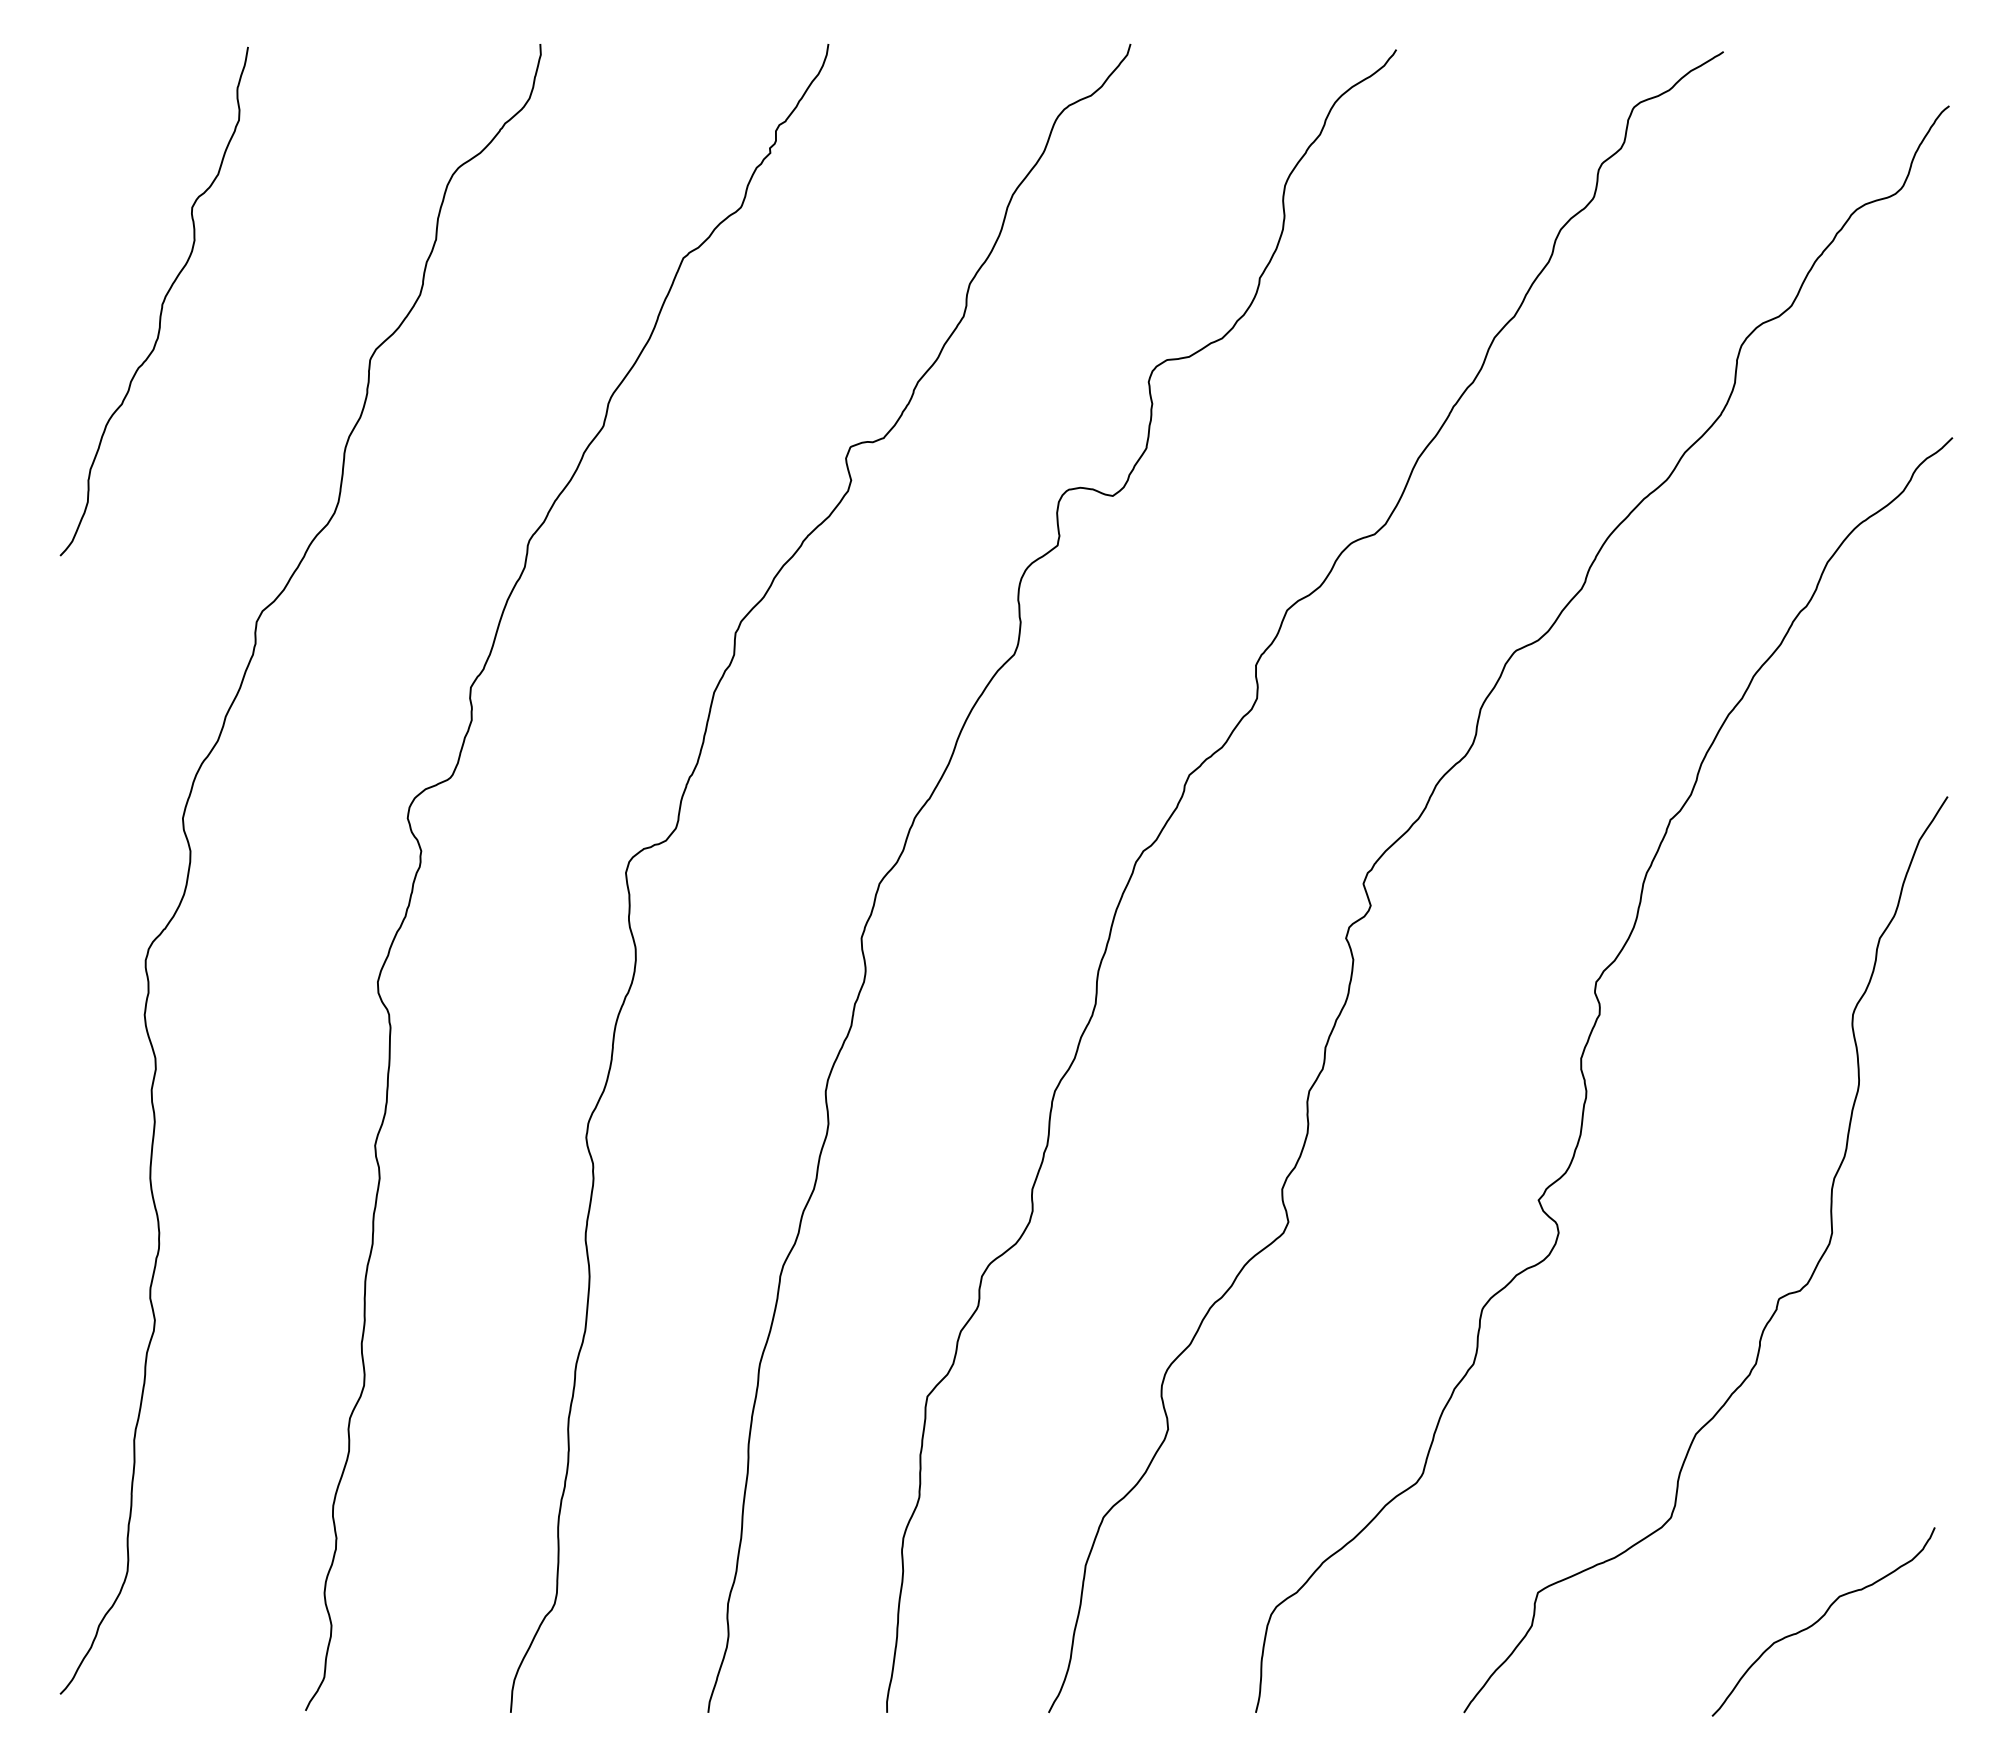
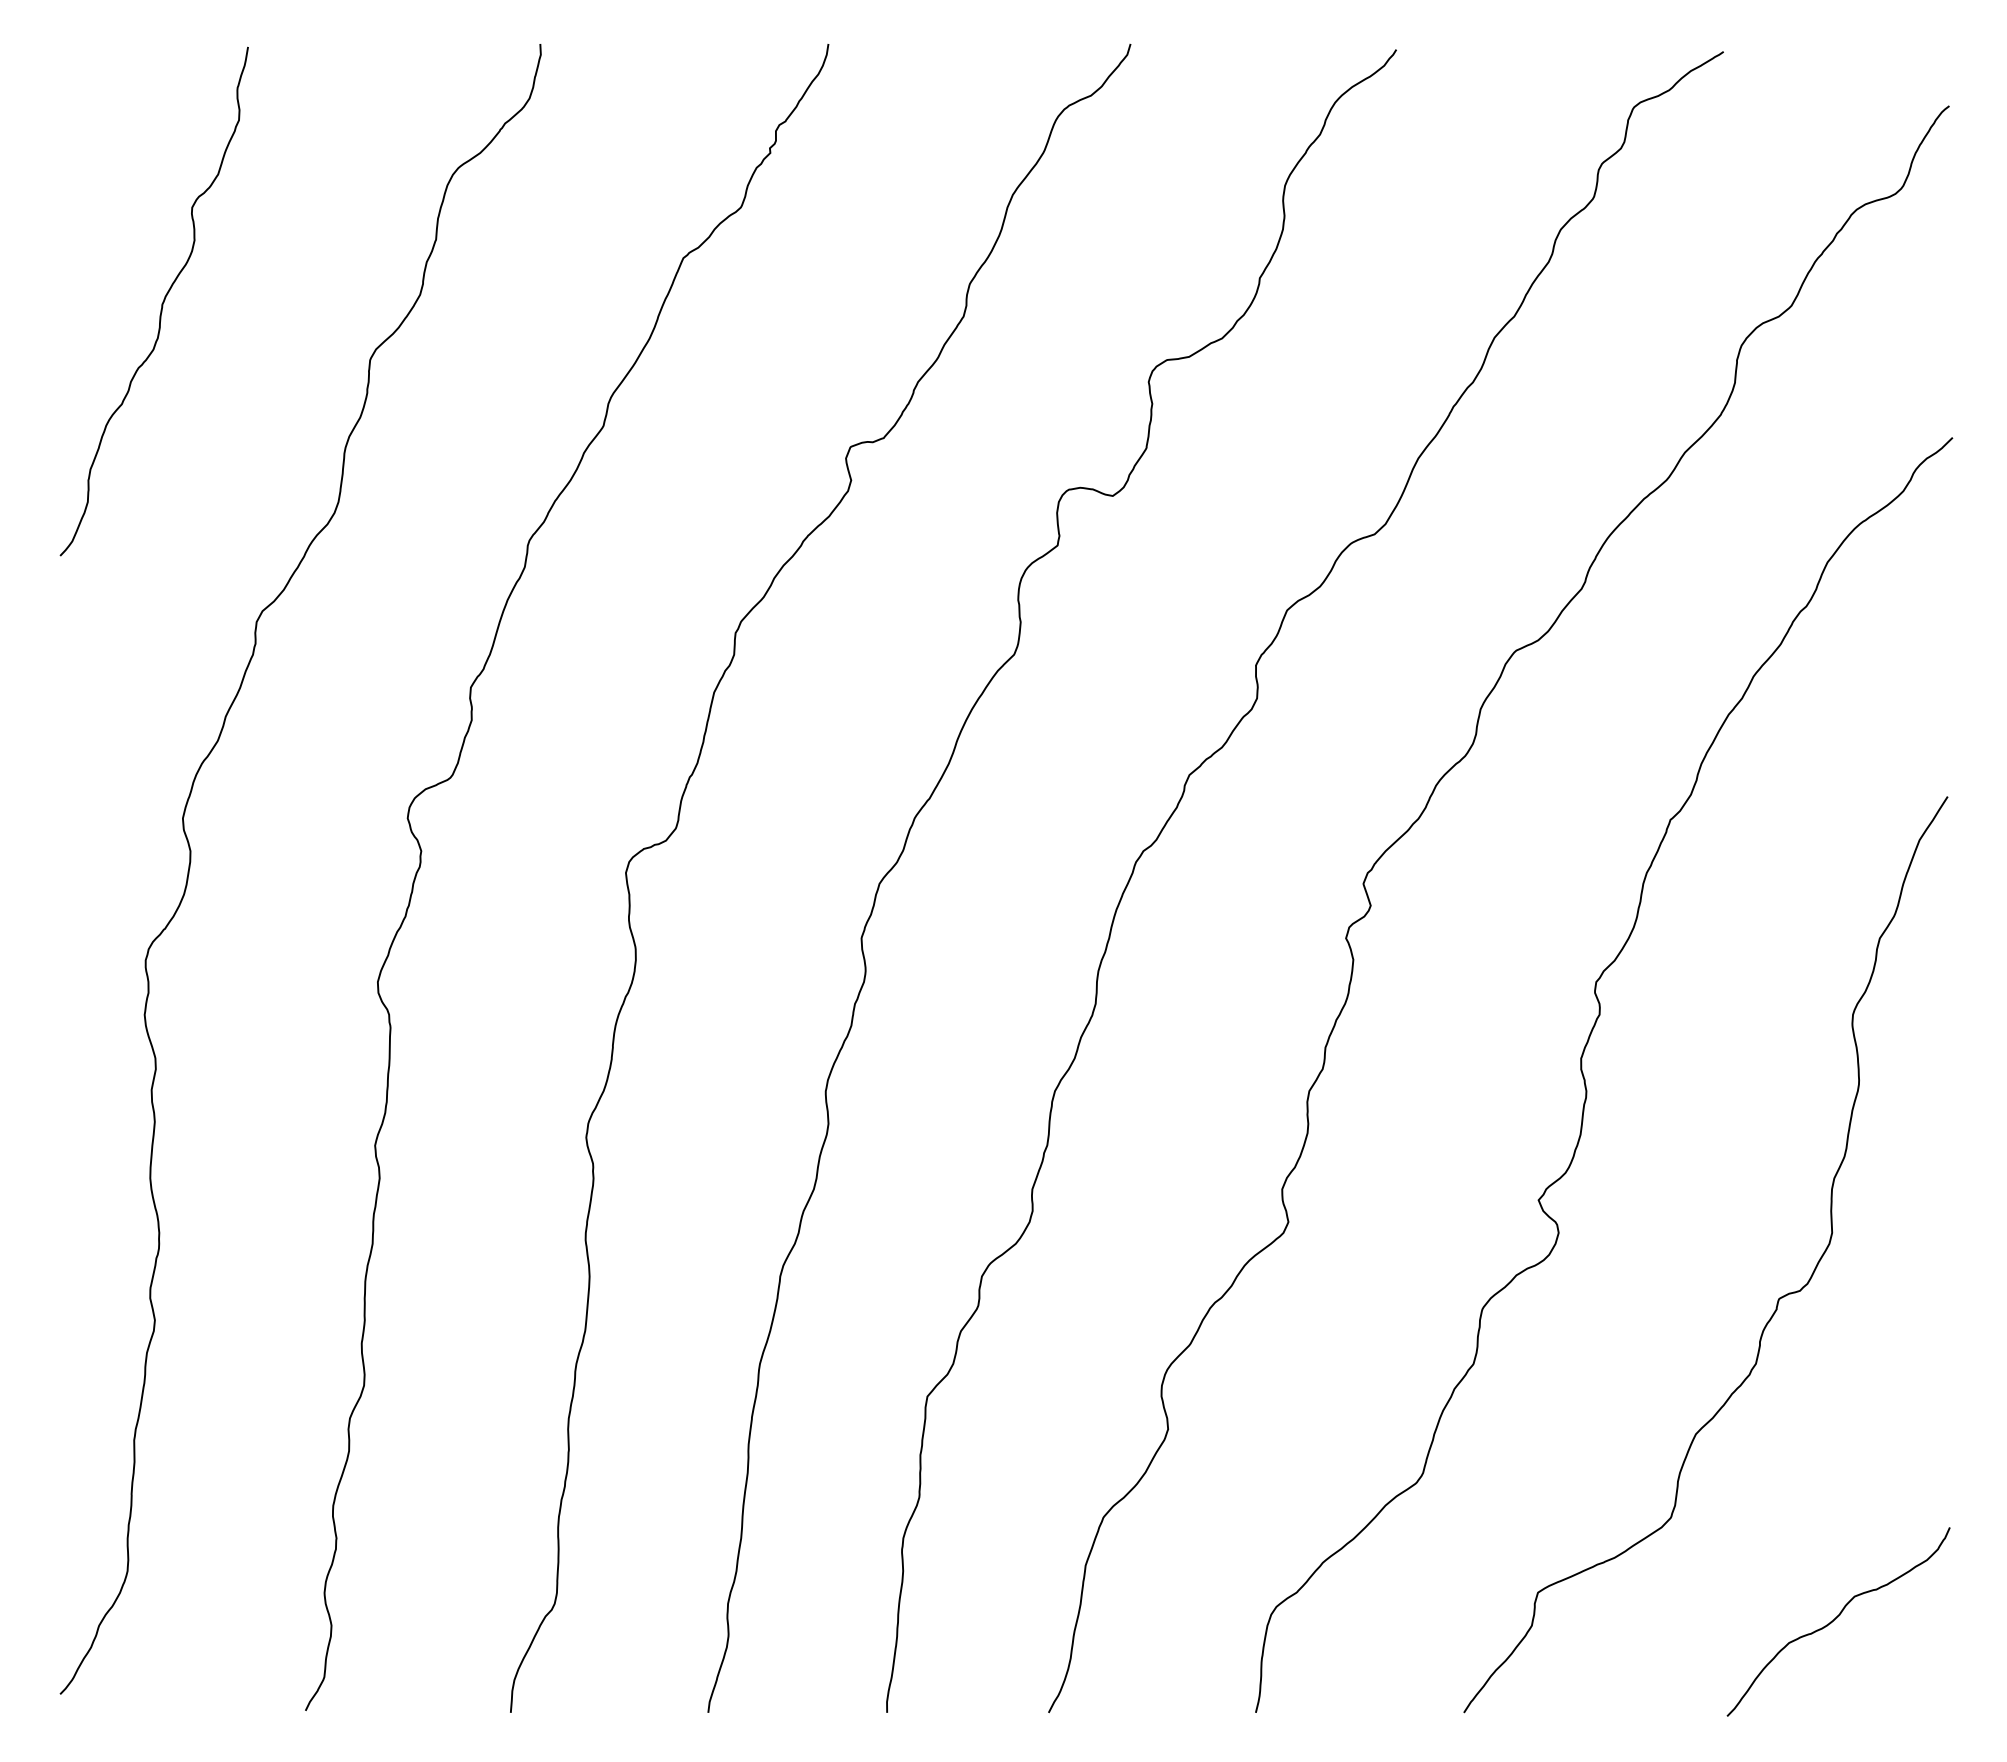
curve at (1821, 1618) position: (1821, 1618) -> (1836, 1618)
